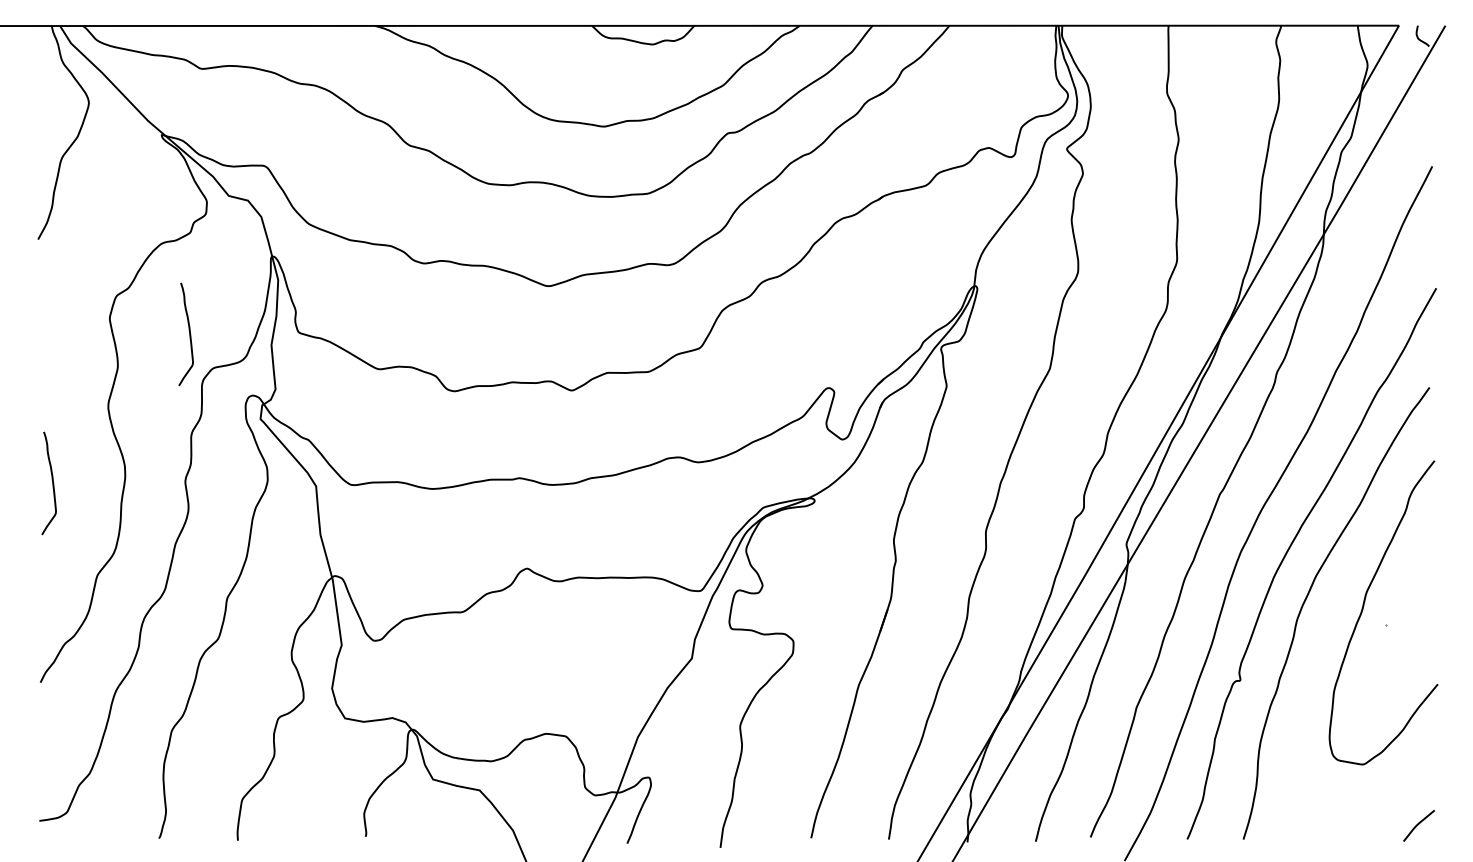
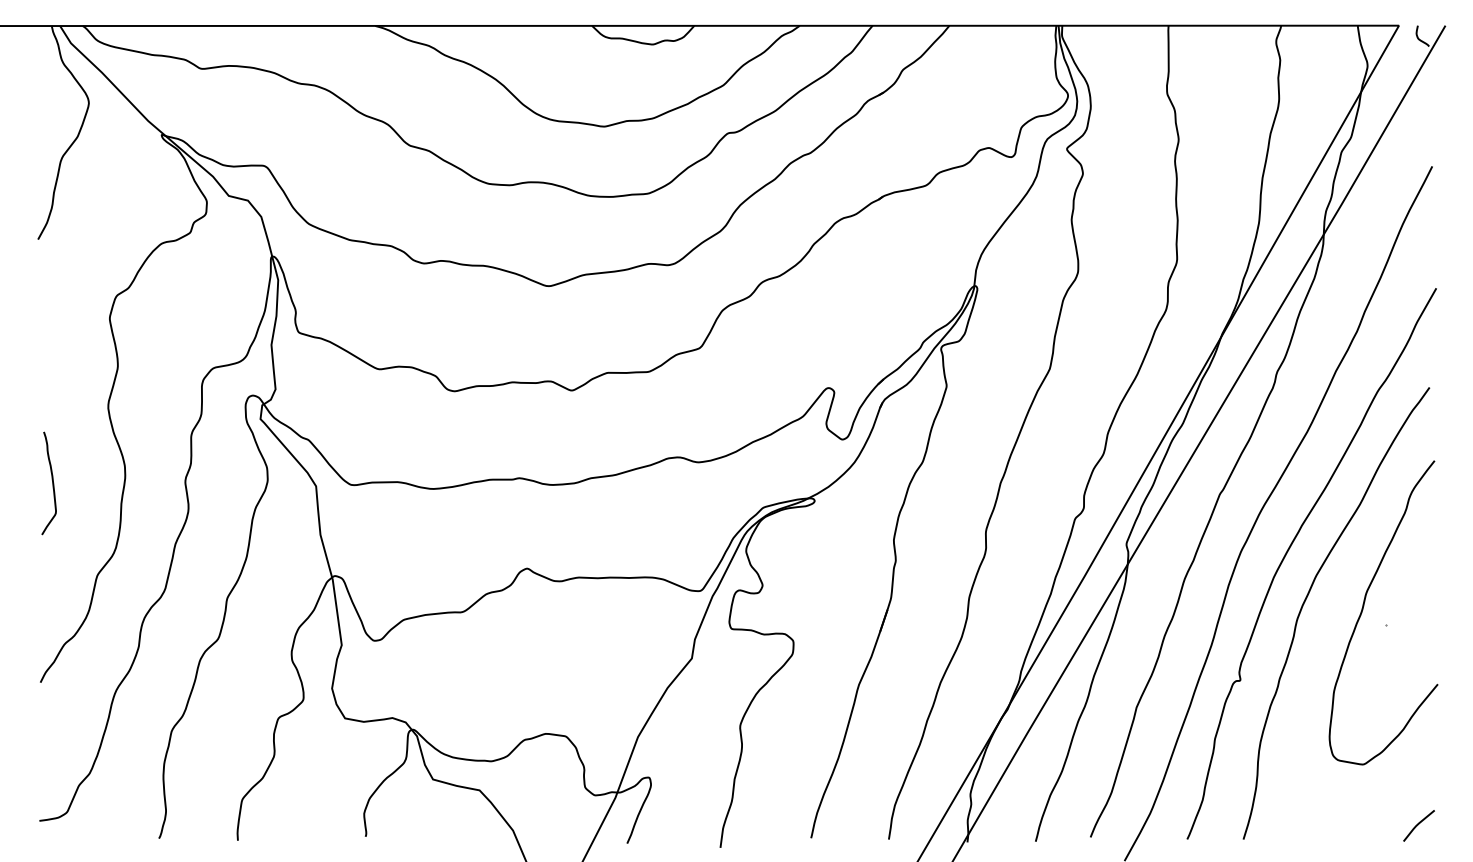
curve at (189, 334): present -> none
